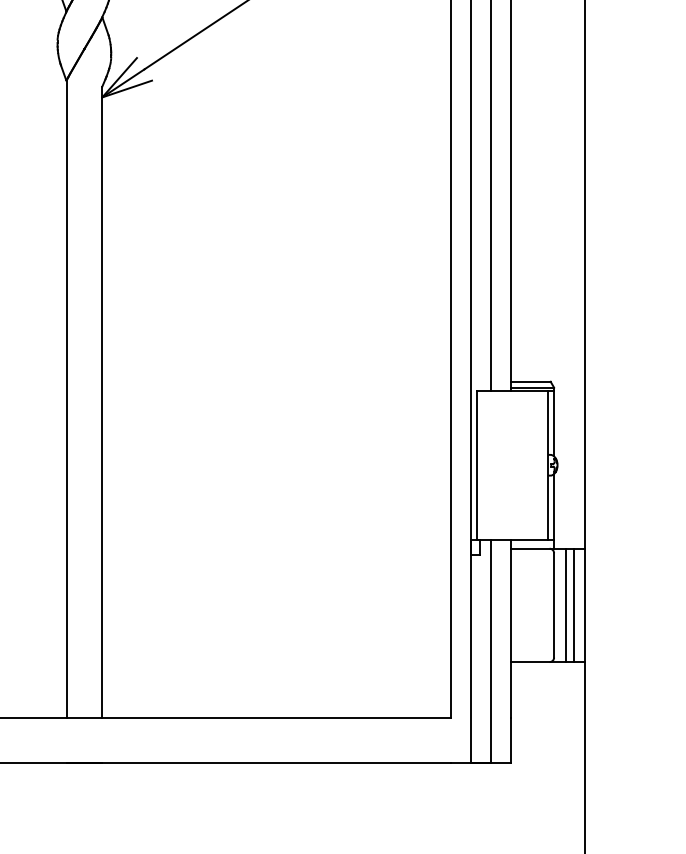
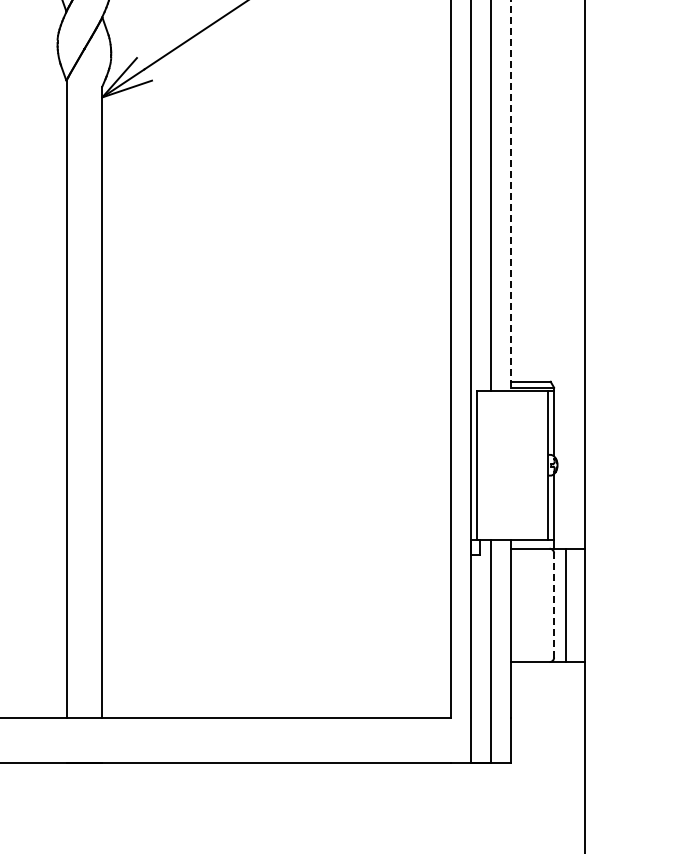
line at (510, 195): solid -> dashed
line at (554, 604): solid -> dashed
line at (573, 605): present -> none
